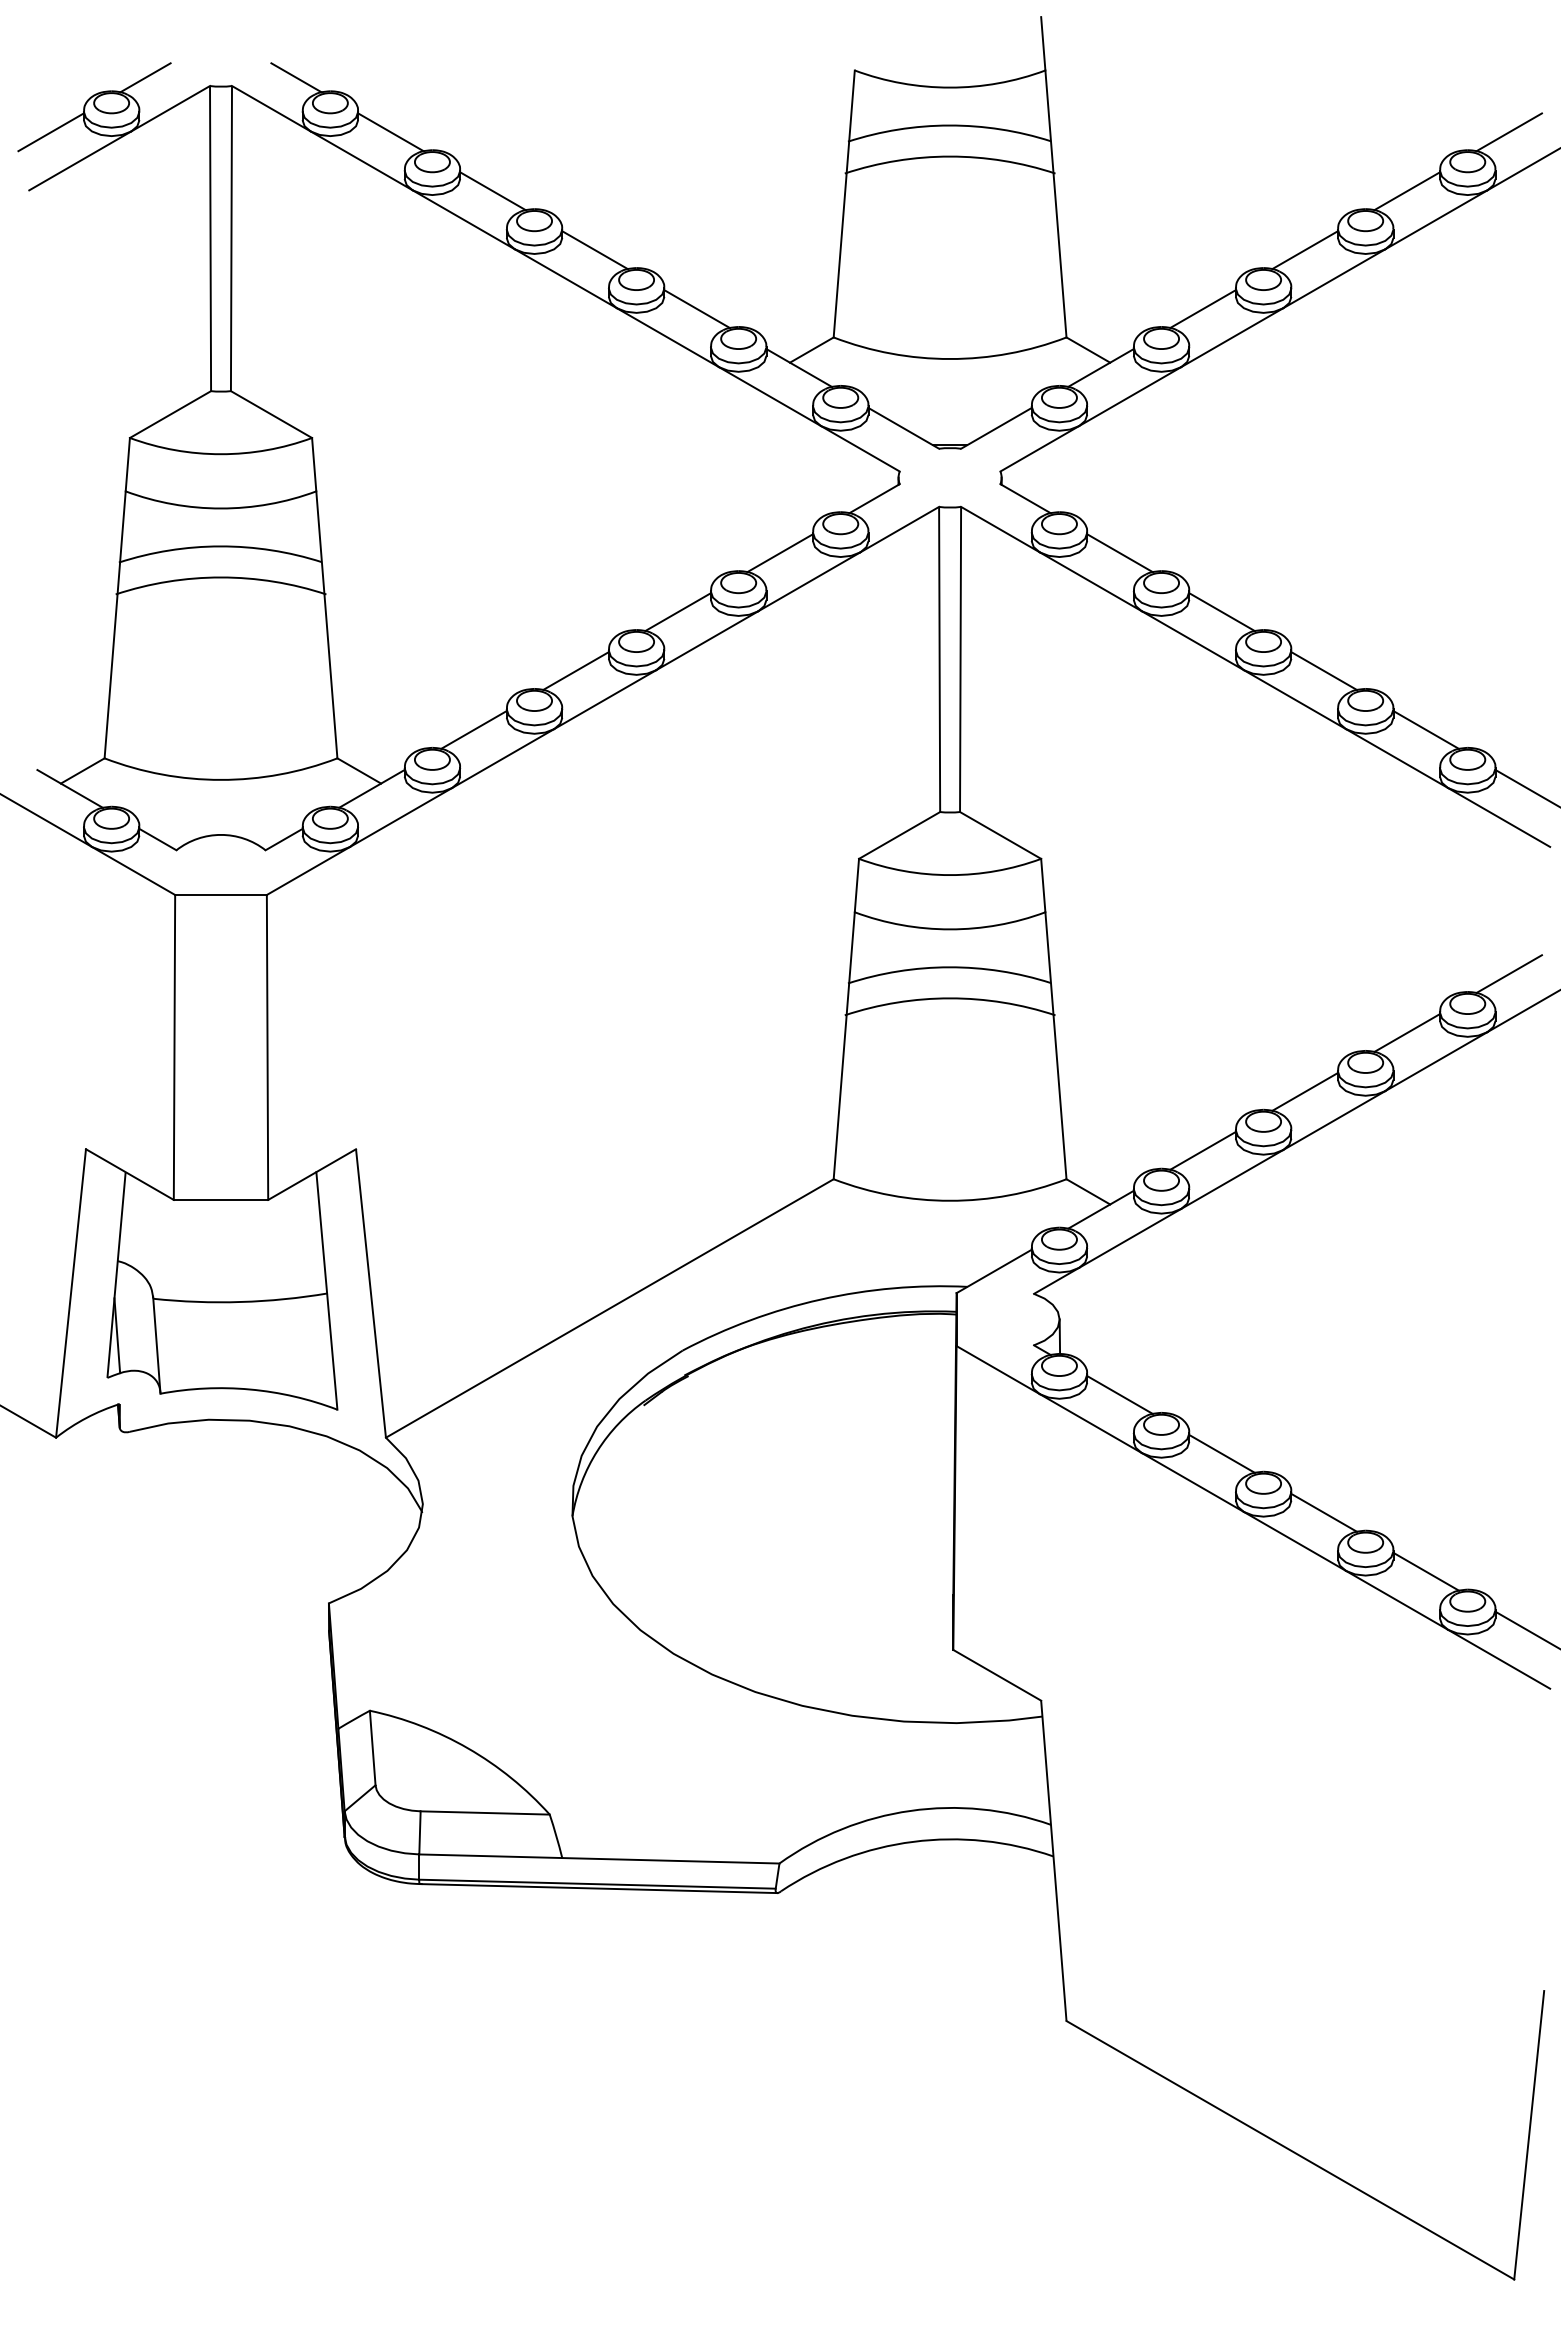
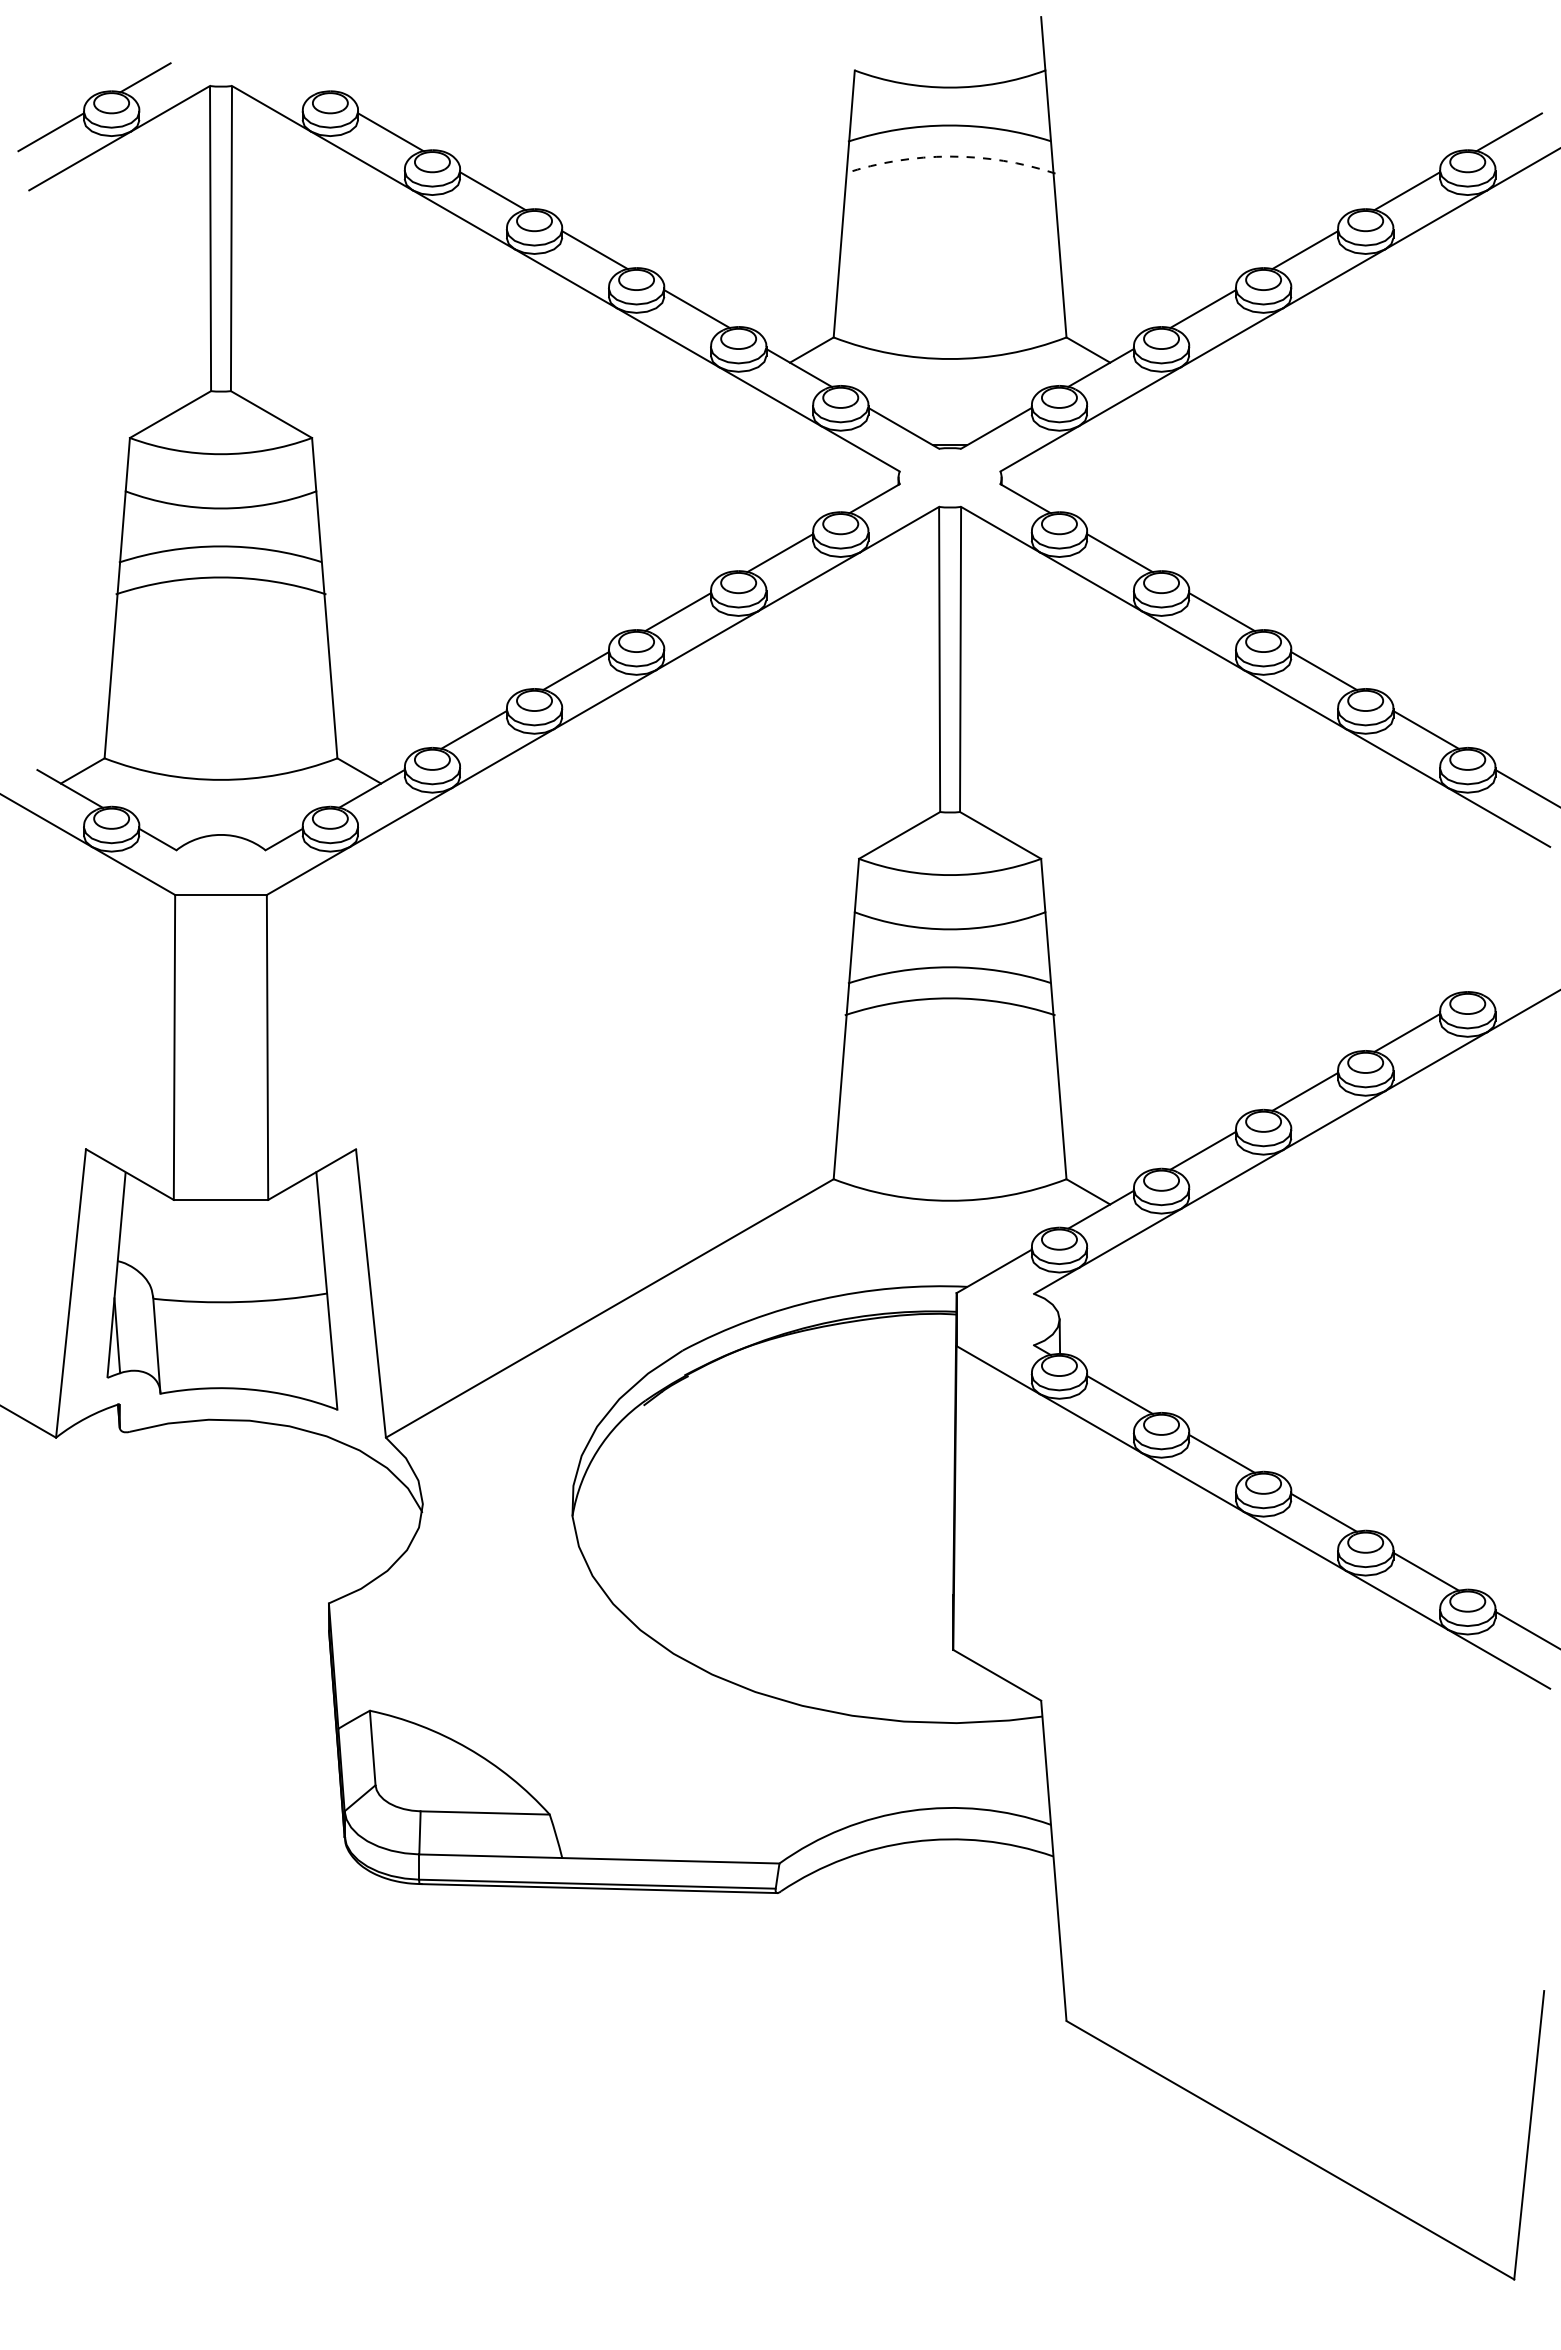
line at (296, 77): present -> none
arc at (950, 156): solid -> dashed
line at (1508, 973): present -> none
